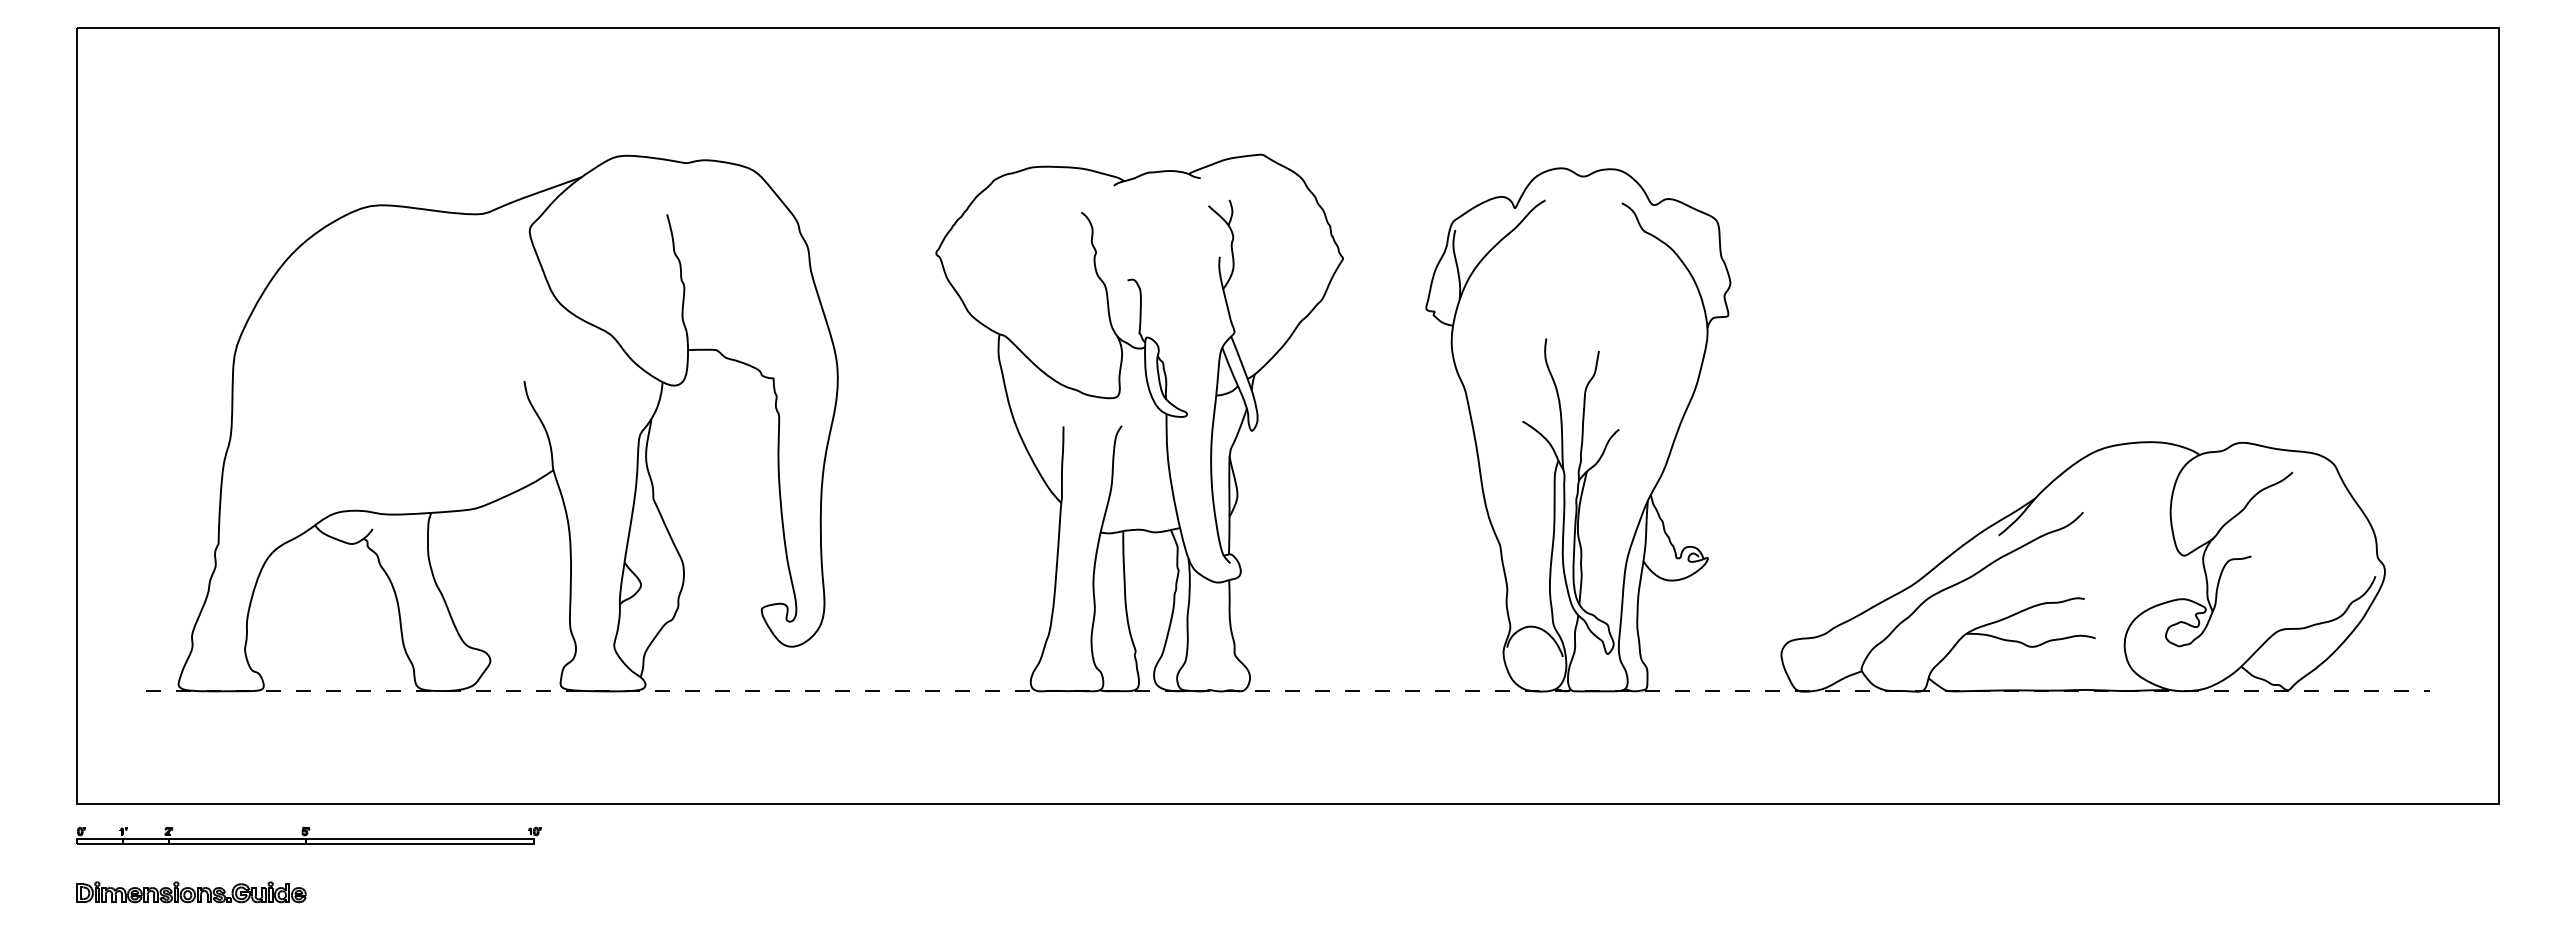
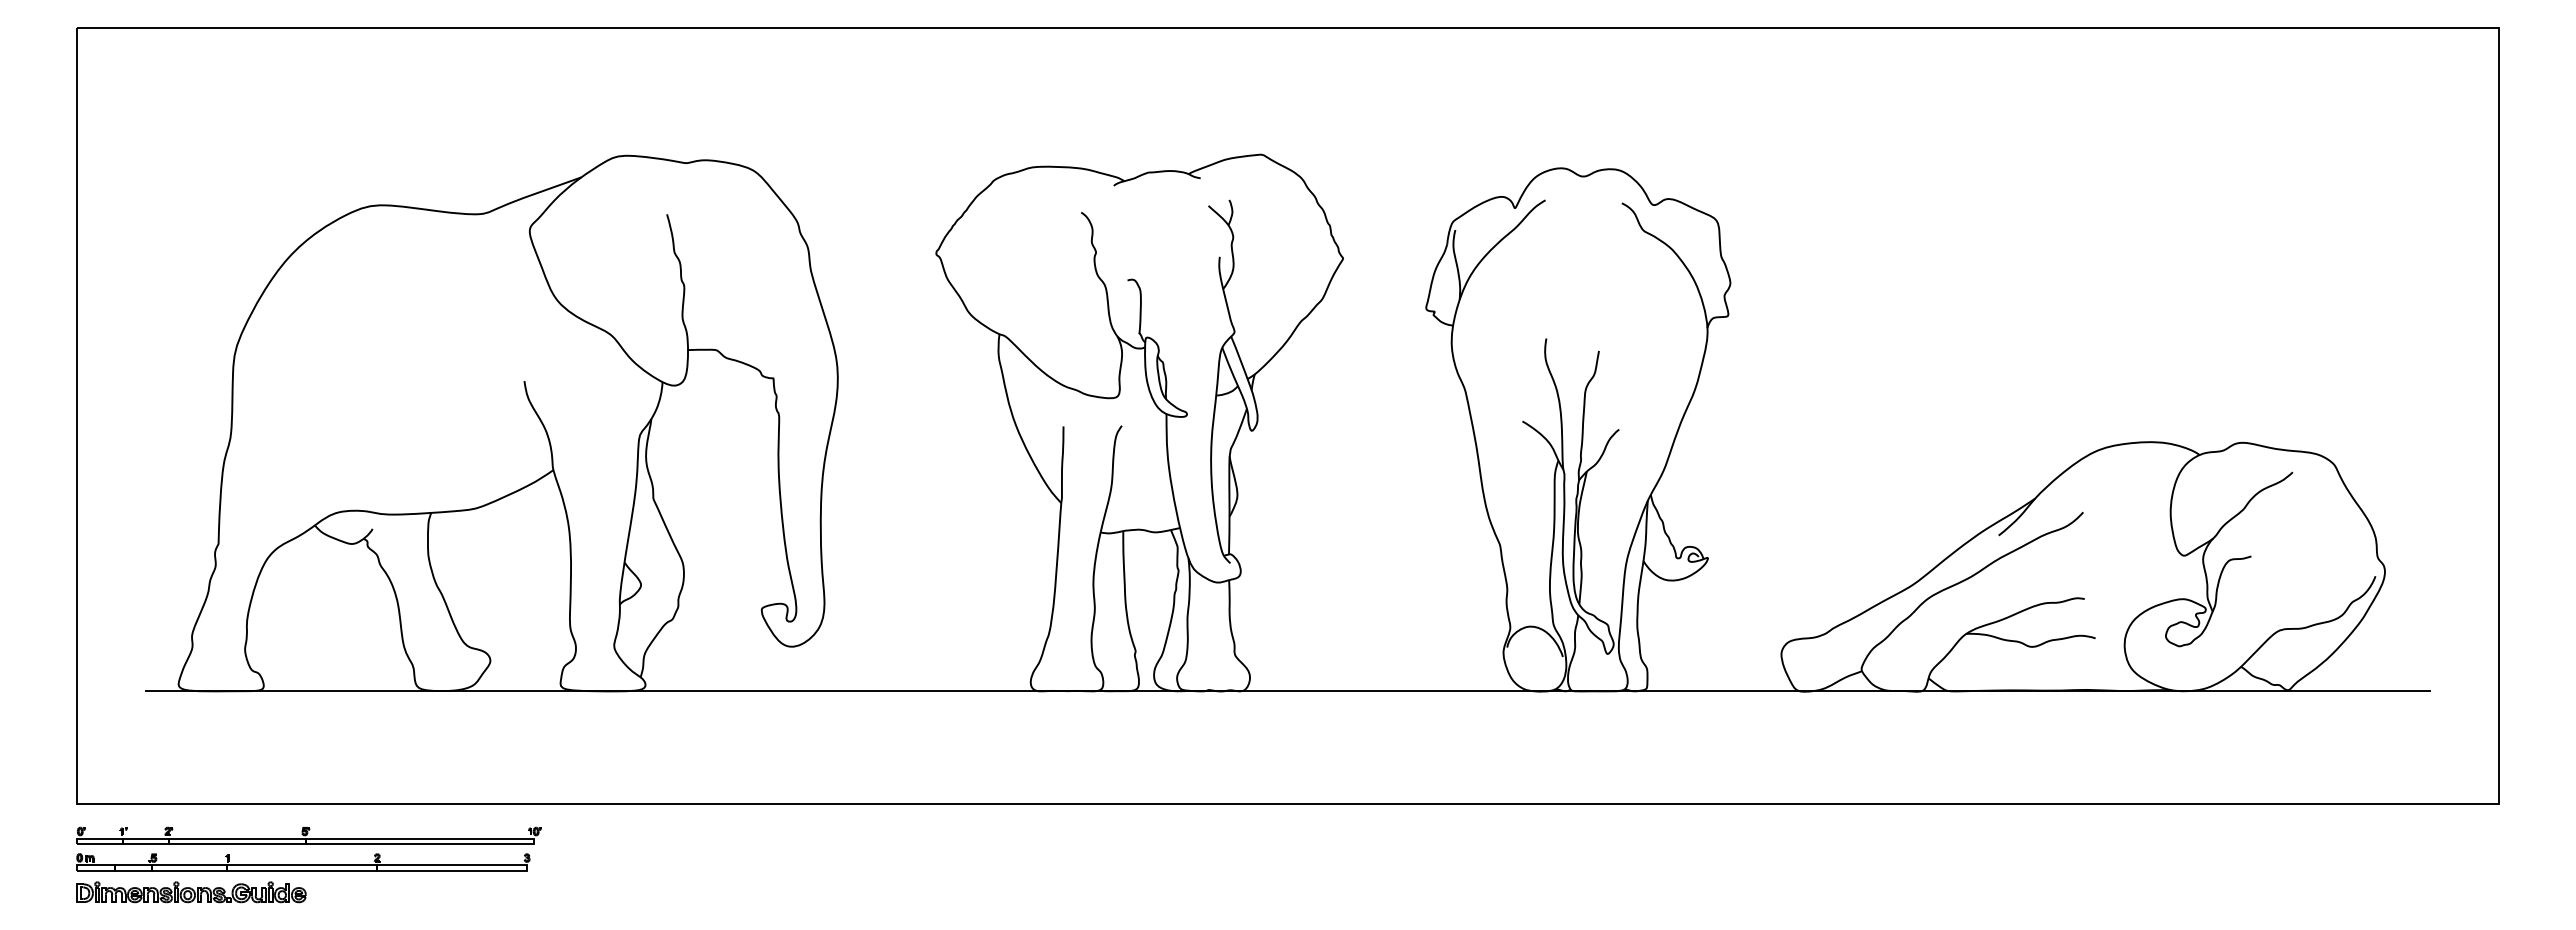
line at (1288, 691): dashed -> solid
part at (303, 862): none -> present
